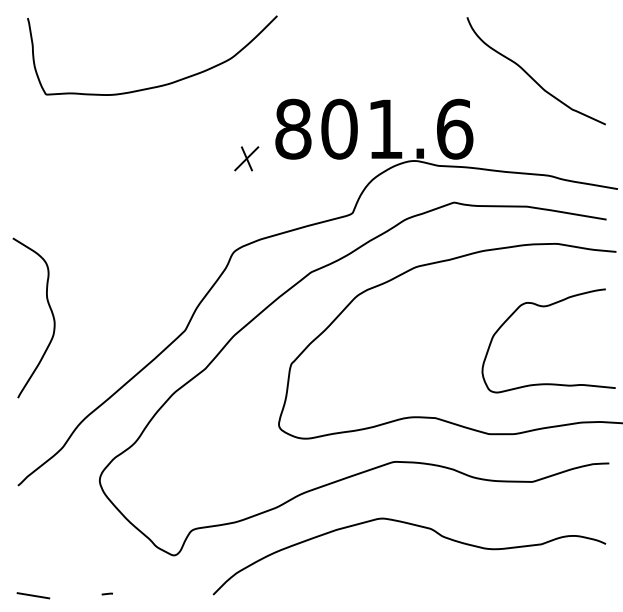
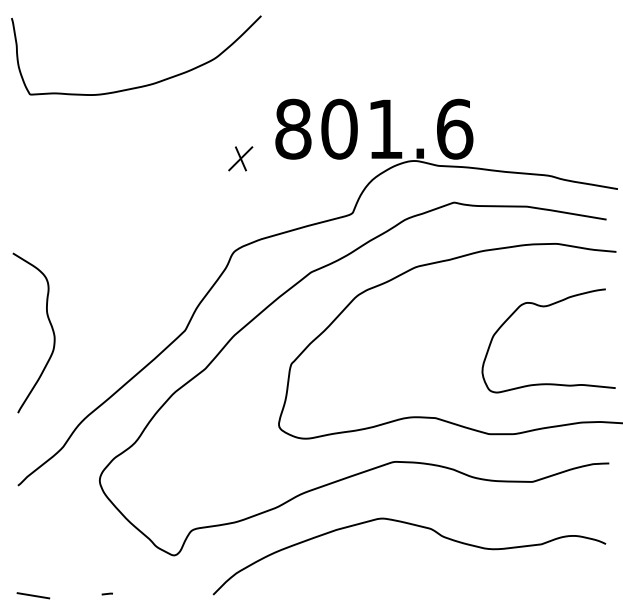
curve at (530, 75): present -> none
curve at (157, 85) position: (157, 85) -> (141, 85)
part at (246, 158) position: (246, 158) -> (240, 158)
curve at (50, 311) position: (50, 311) -> (50, 326)
